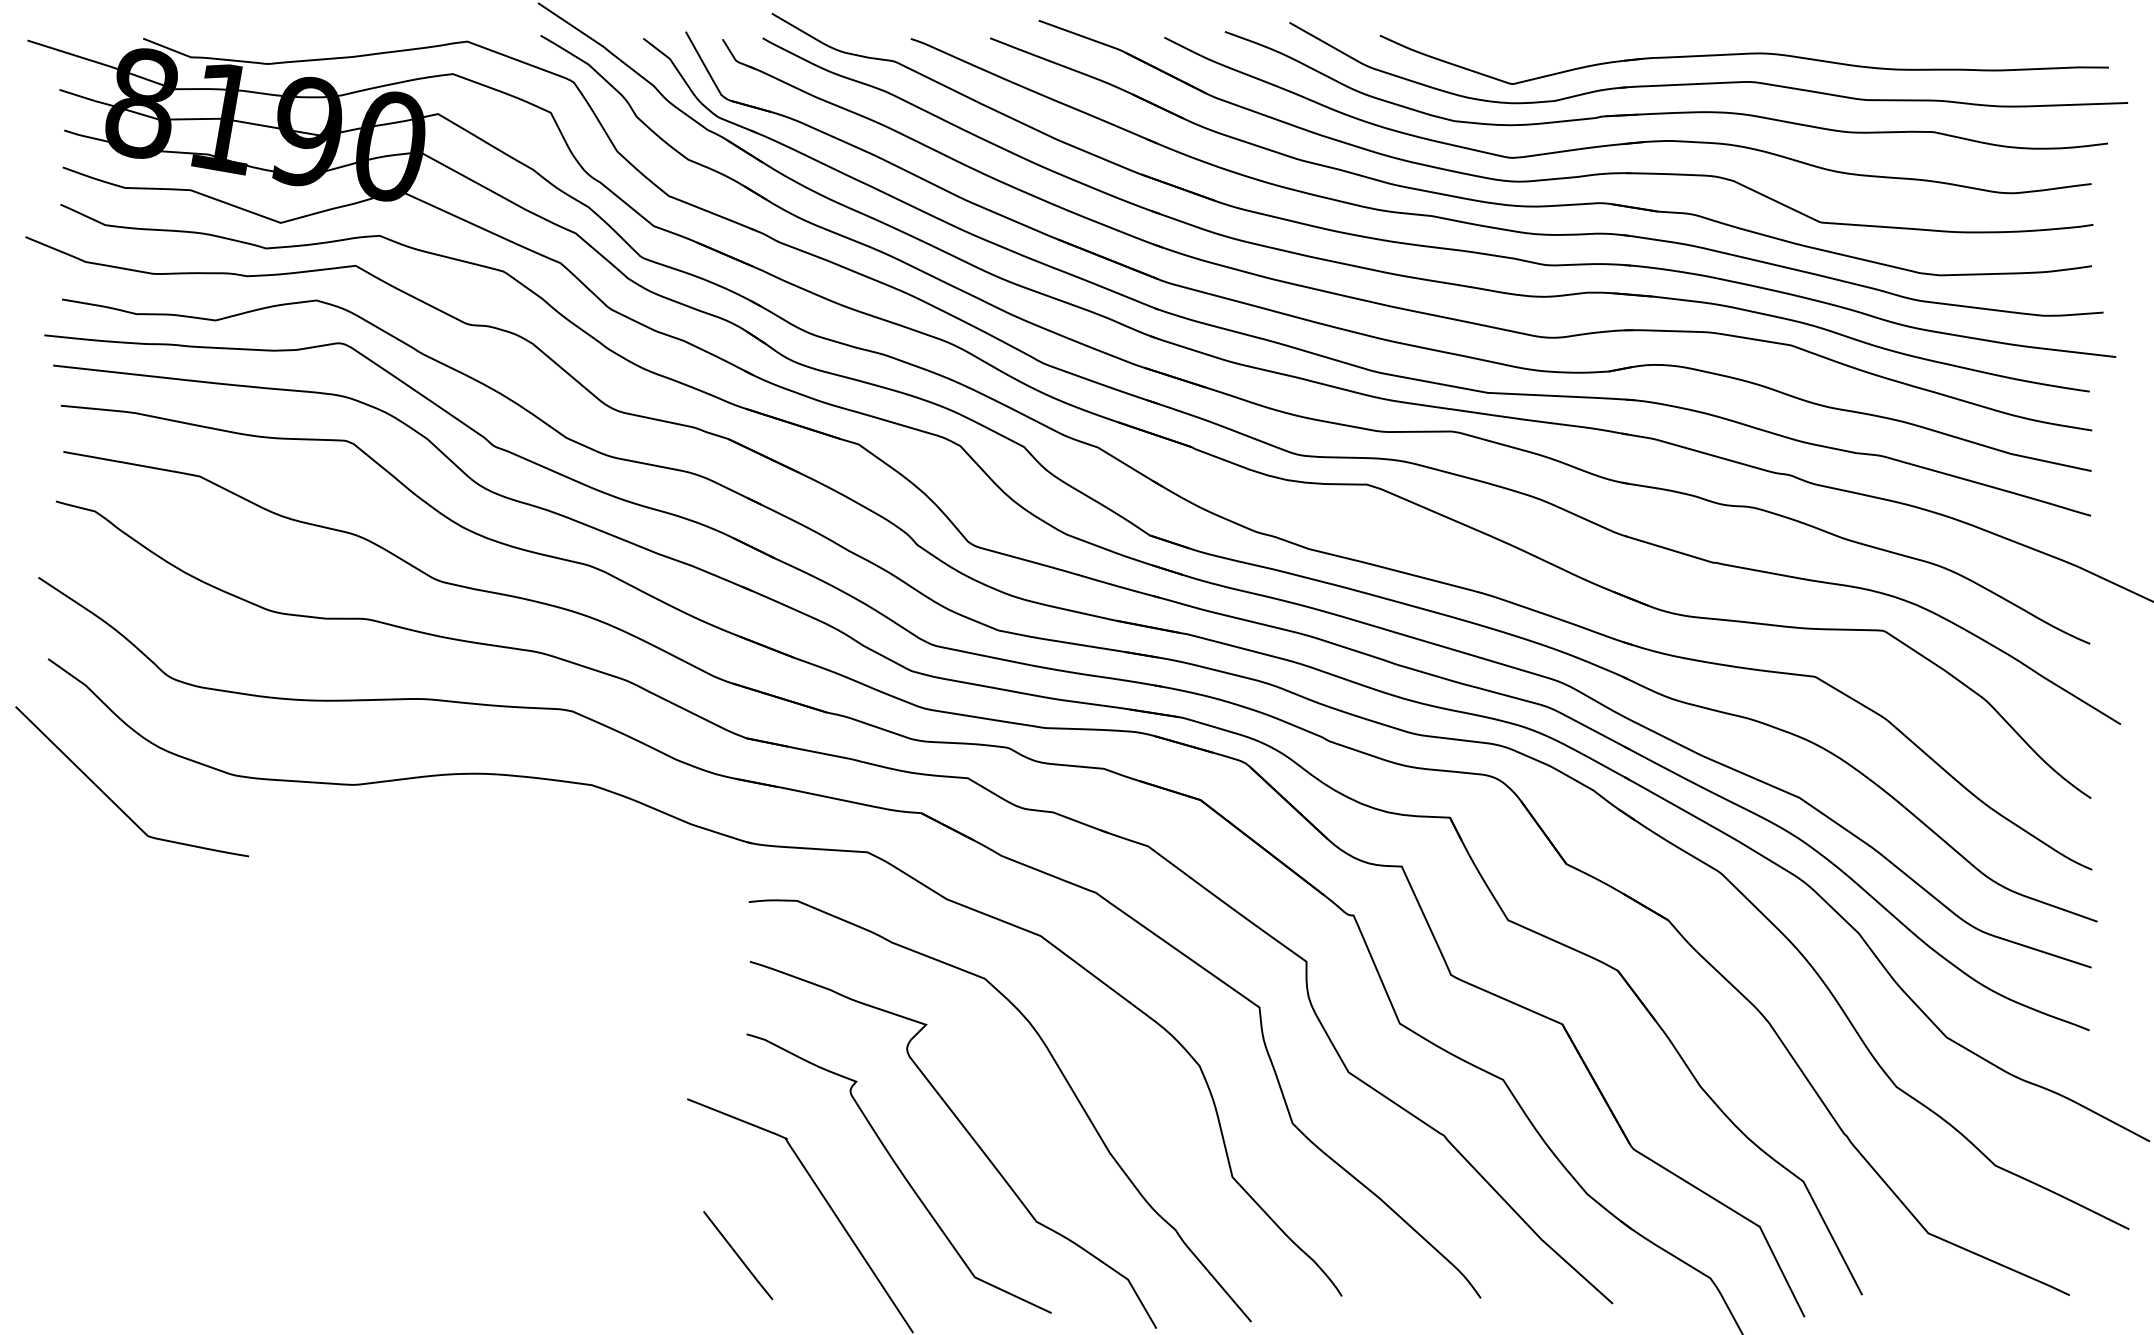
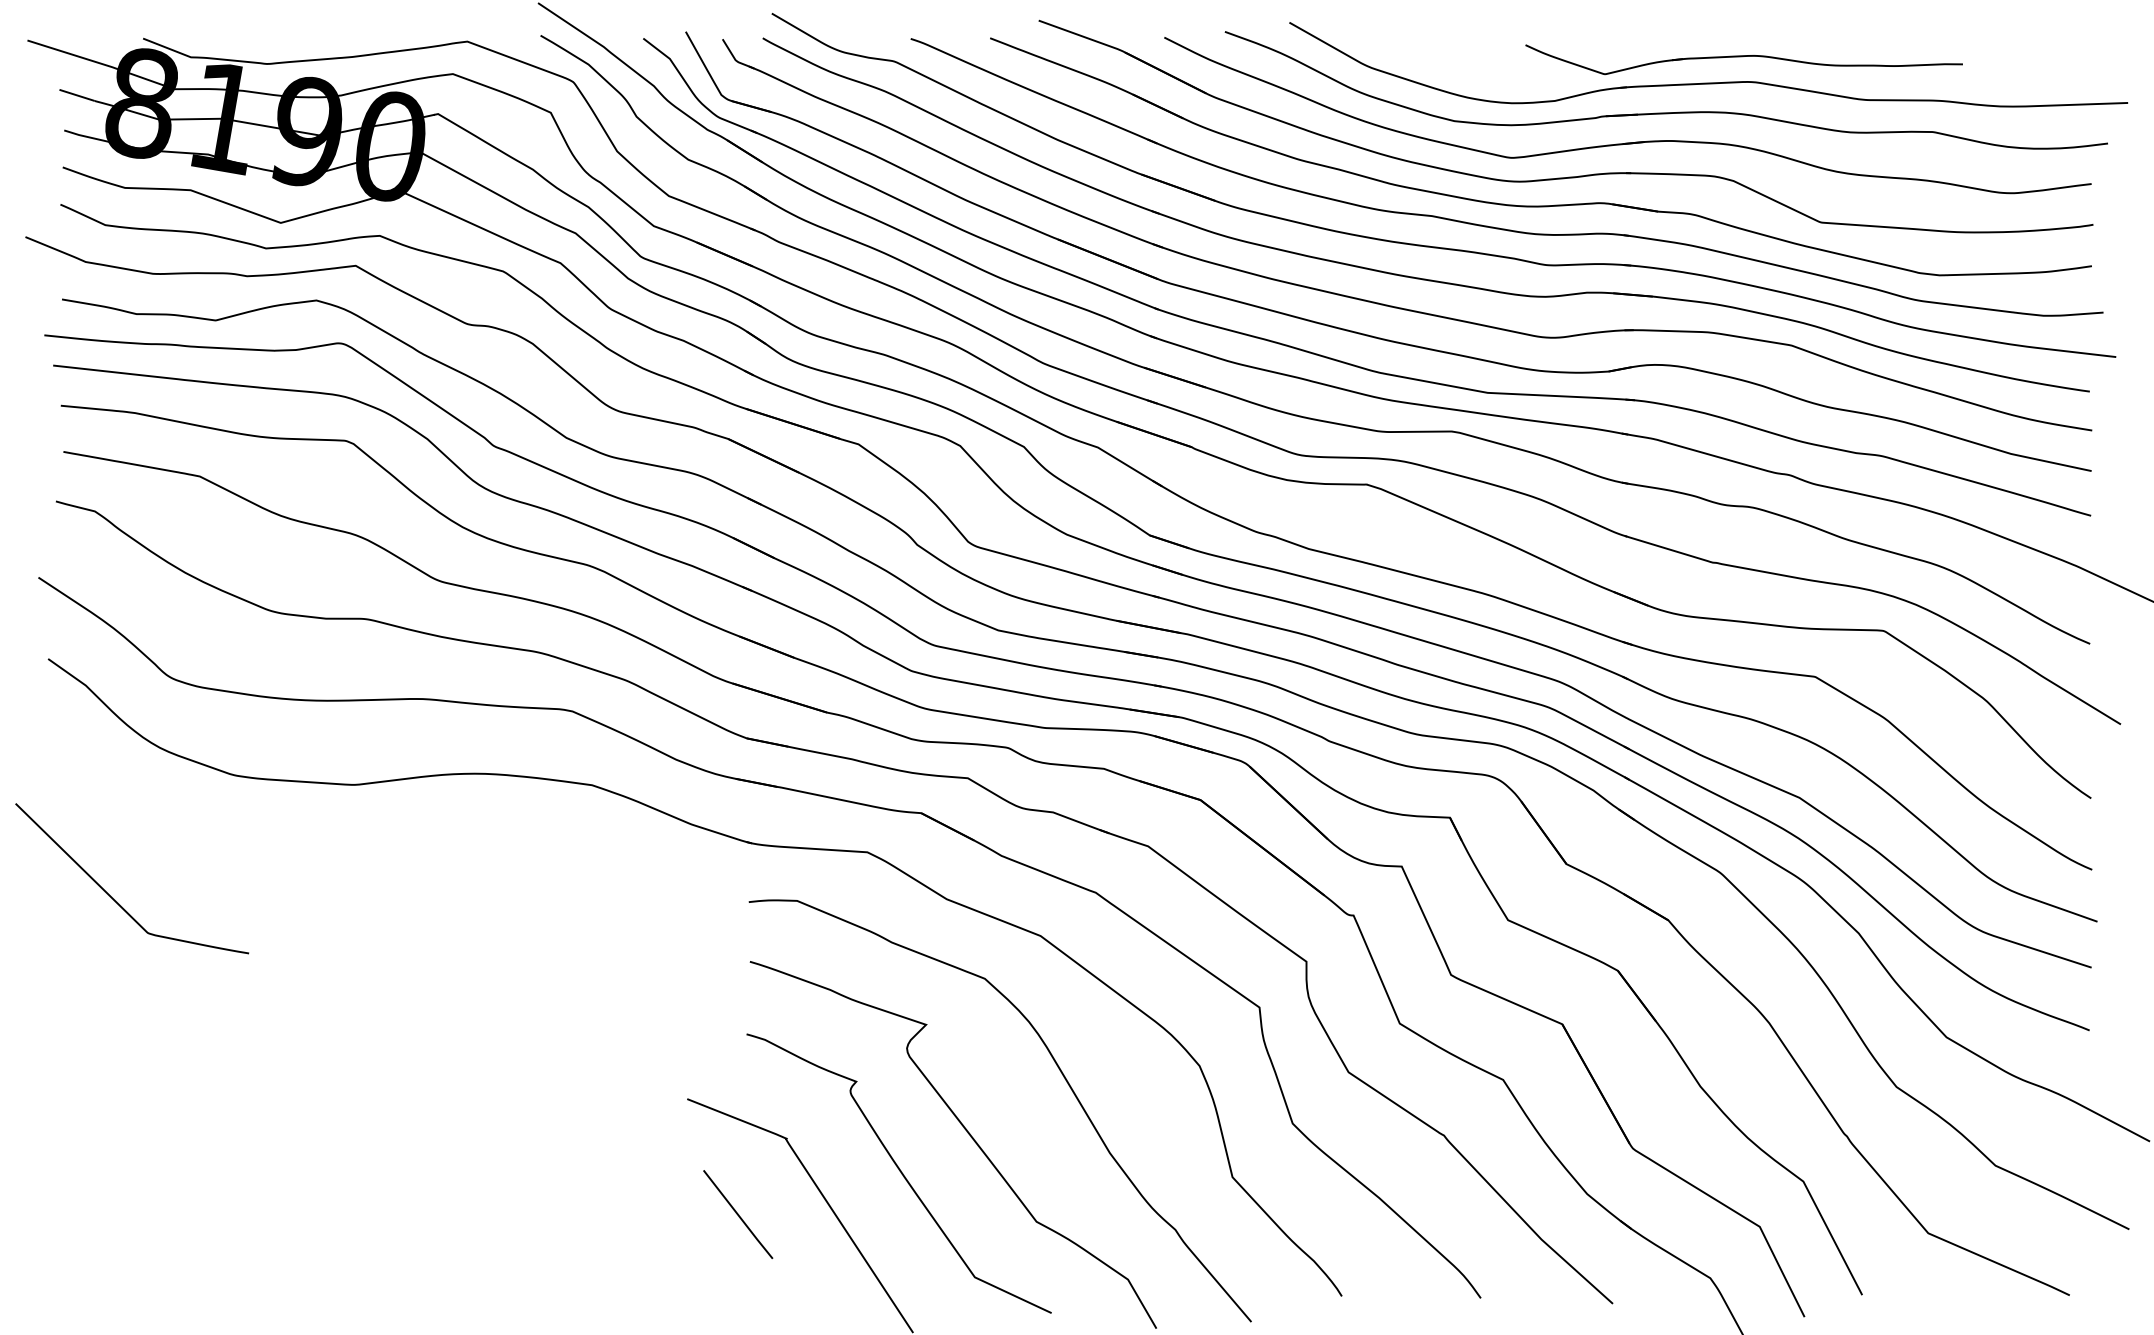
part at (1743, 59) size: 730x51 px -> 438x32 px
curve at (117, 804) position: (117, 804) -> (117, 901)
line at (738, 1255) position: (738, 1255) -> (738, 1214)
